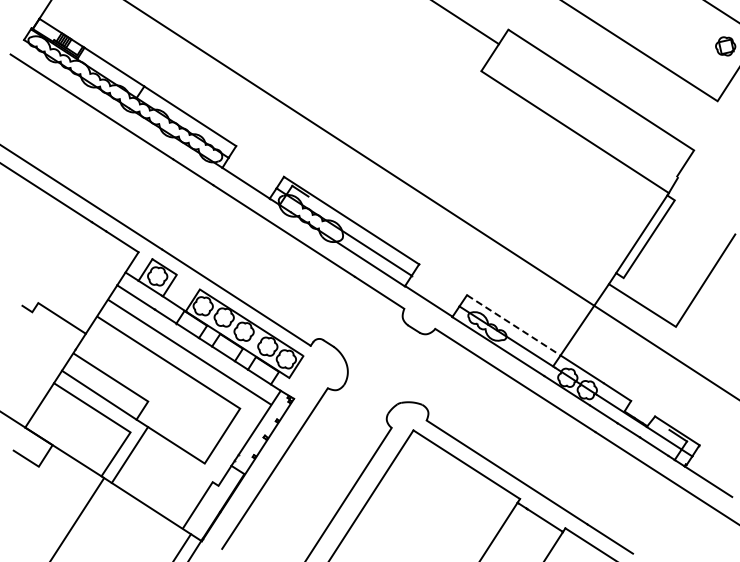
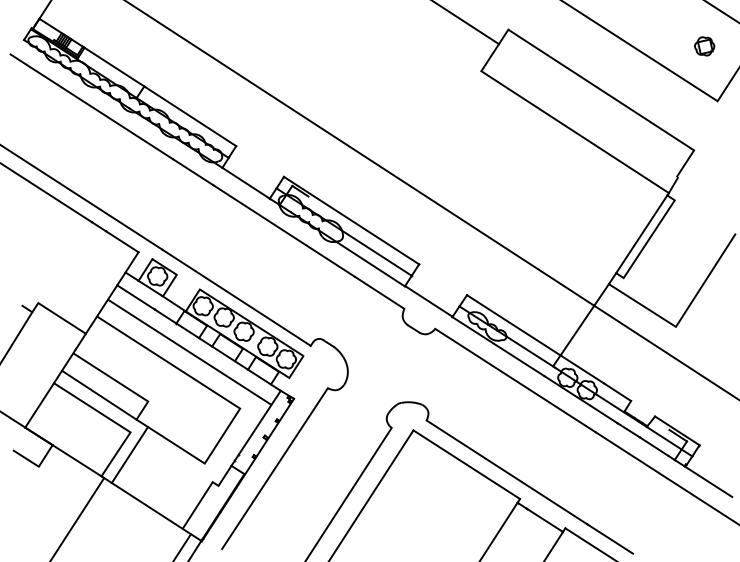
part at (725, 46) position: (725, 46) -> (704, 46)
line at (514, 325): dashed -> solid
line at (17, 336): none -> present
